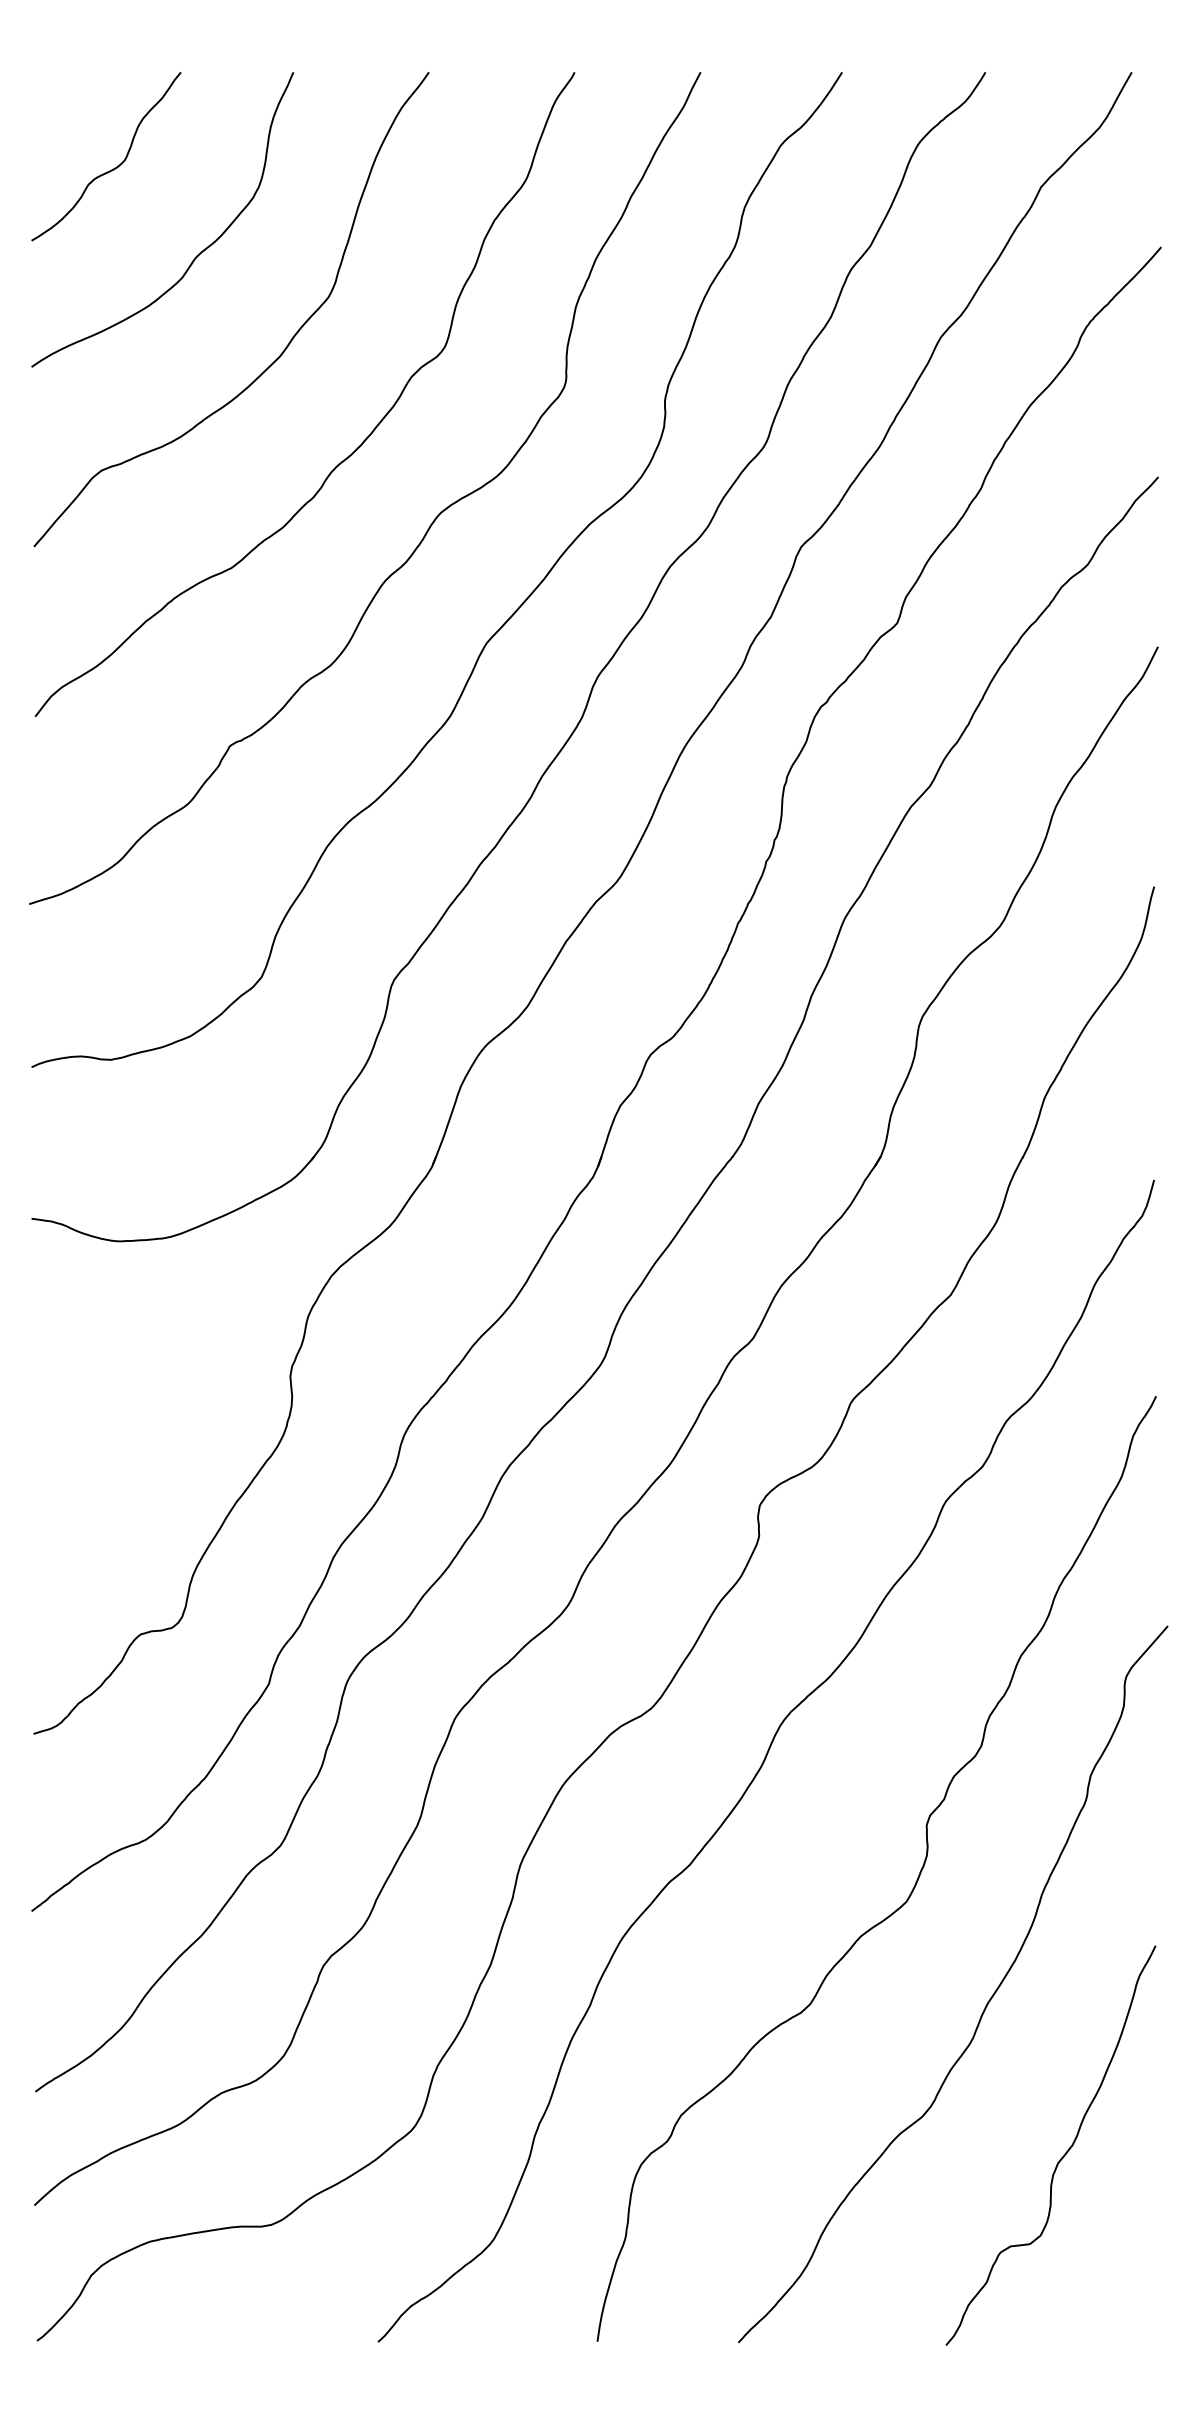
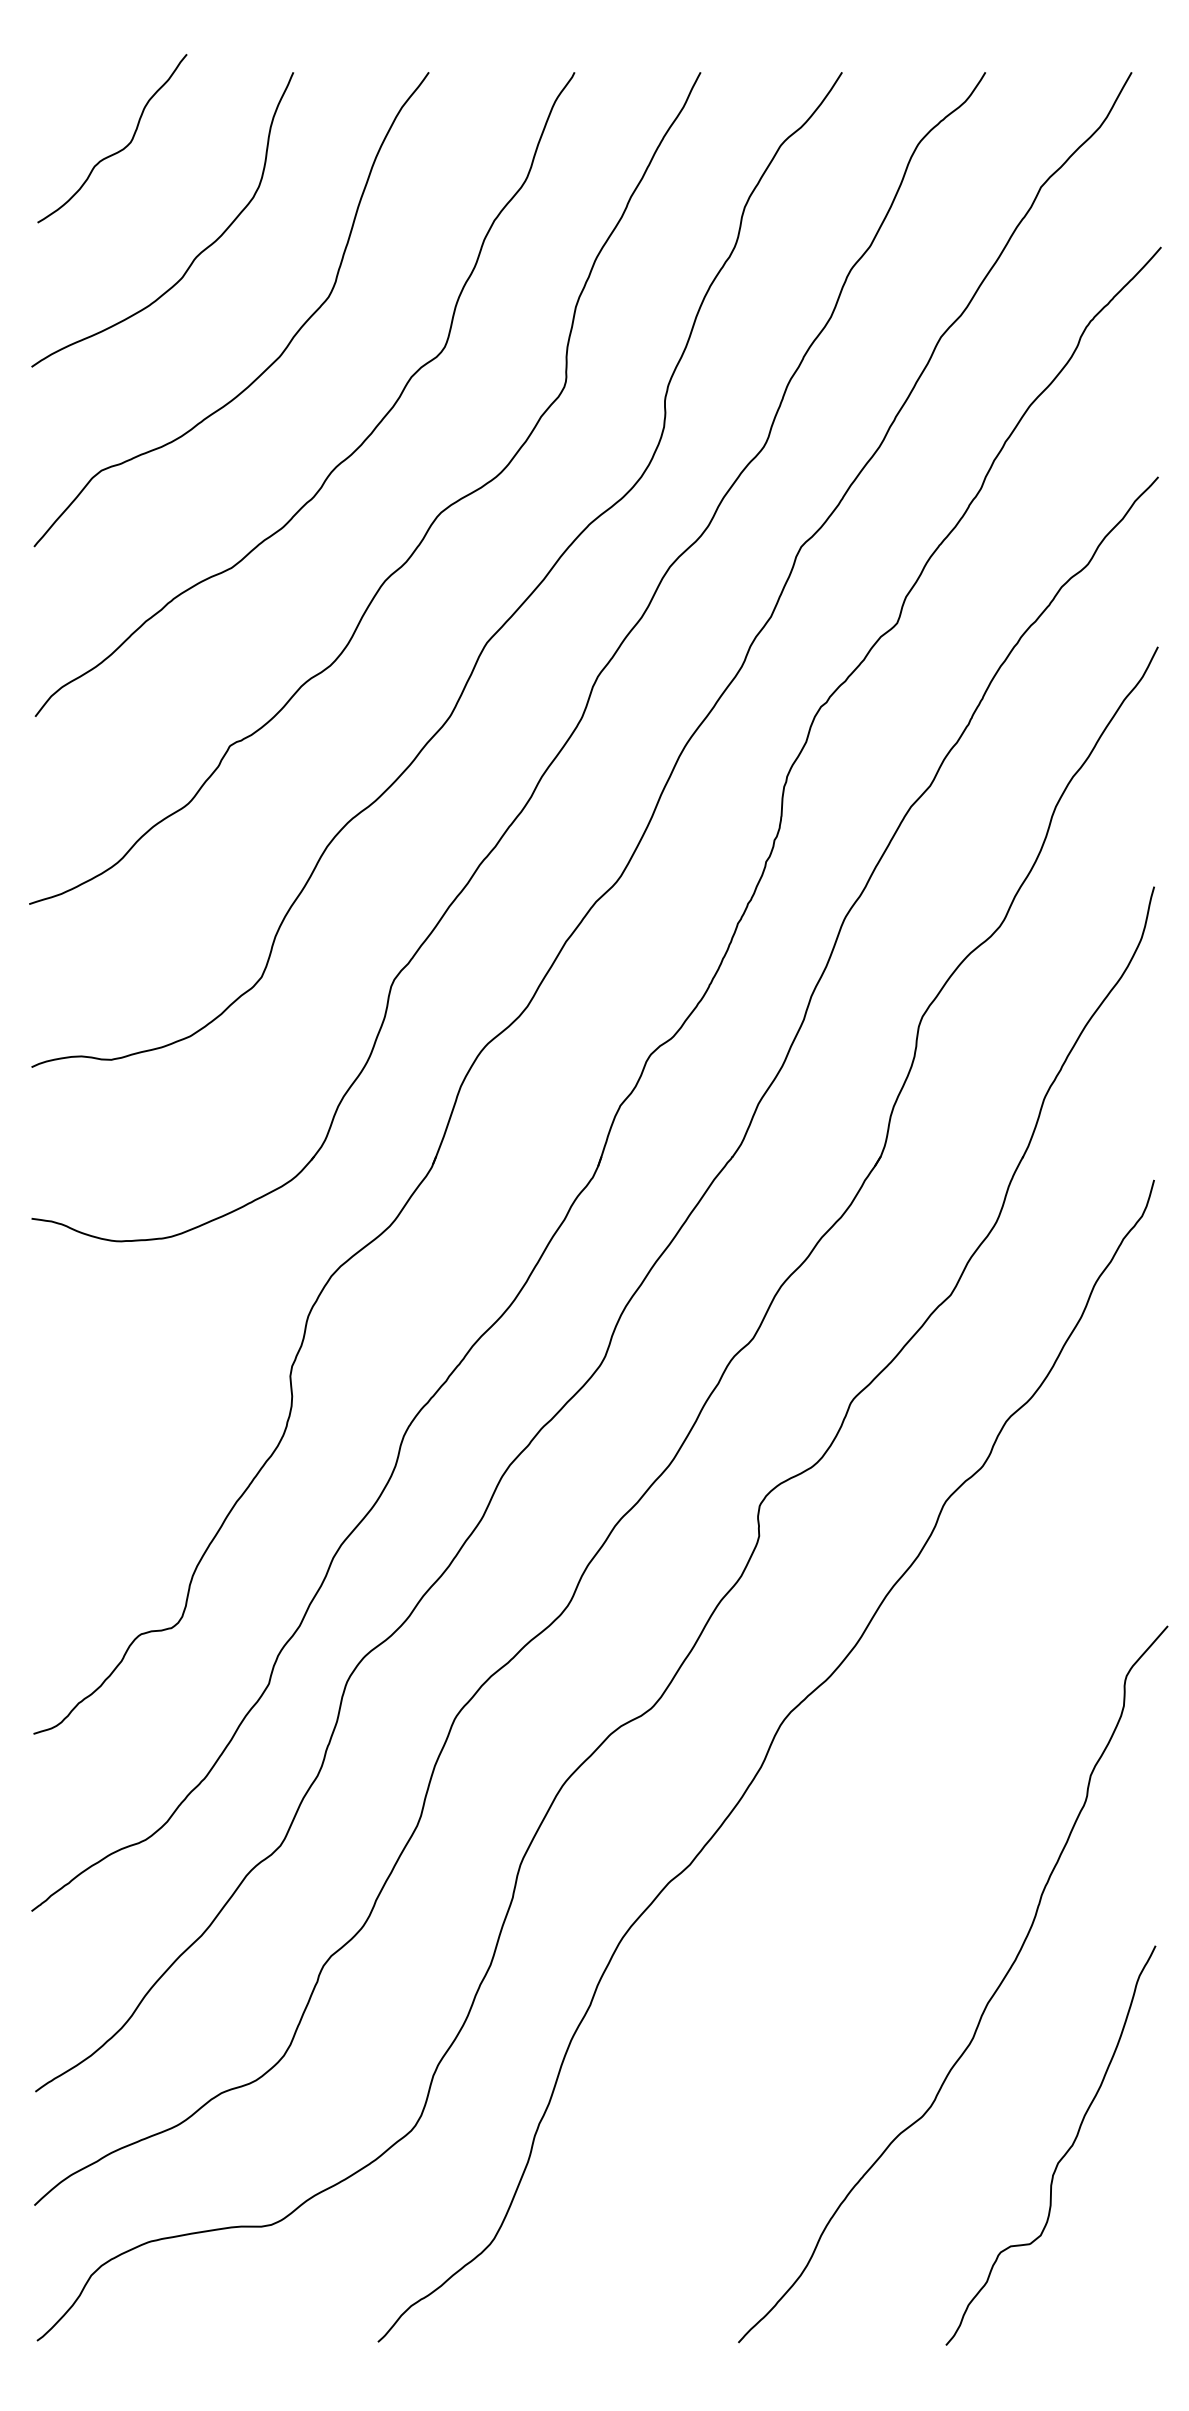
curve at (114, 167) position: (114, 167) -> (120, 149)
curve at (913, 1886): present -> none
